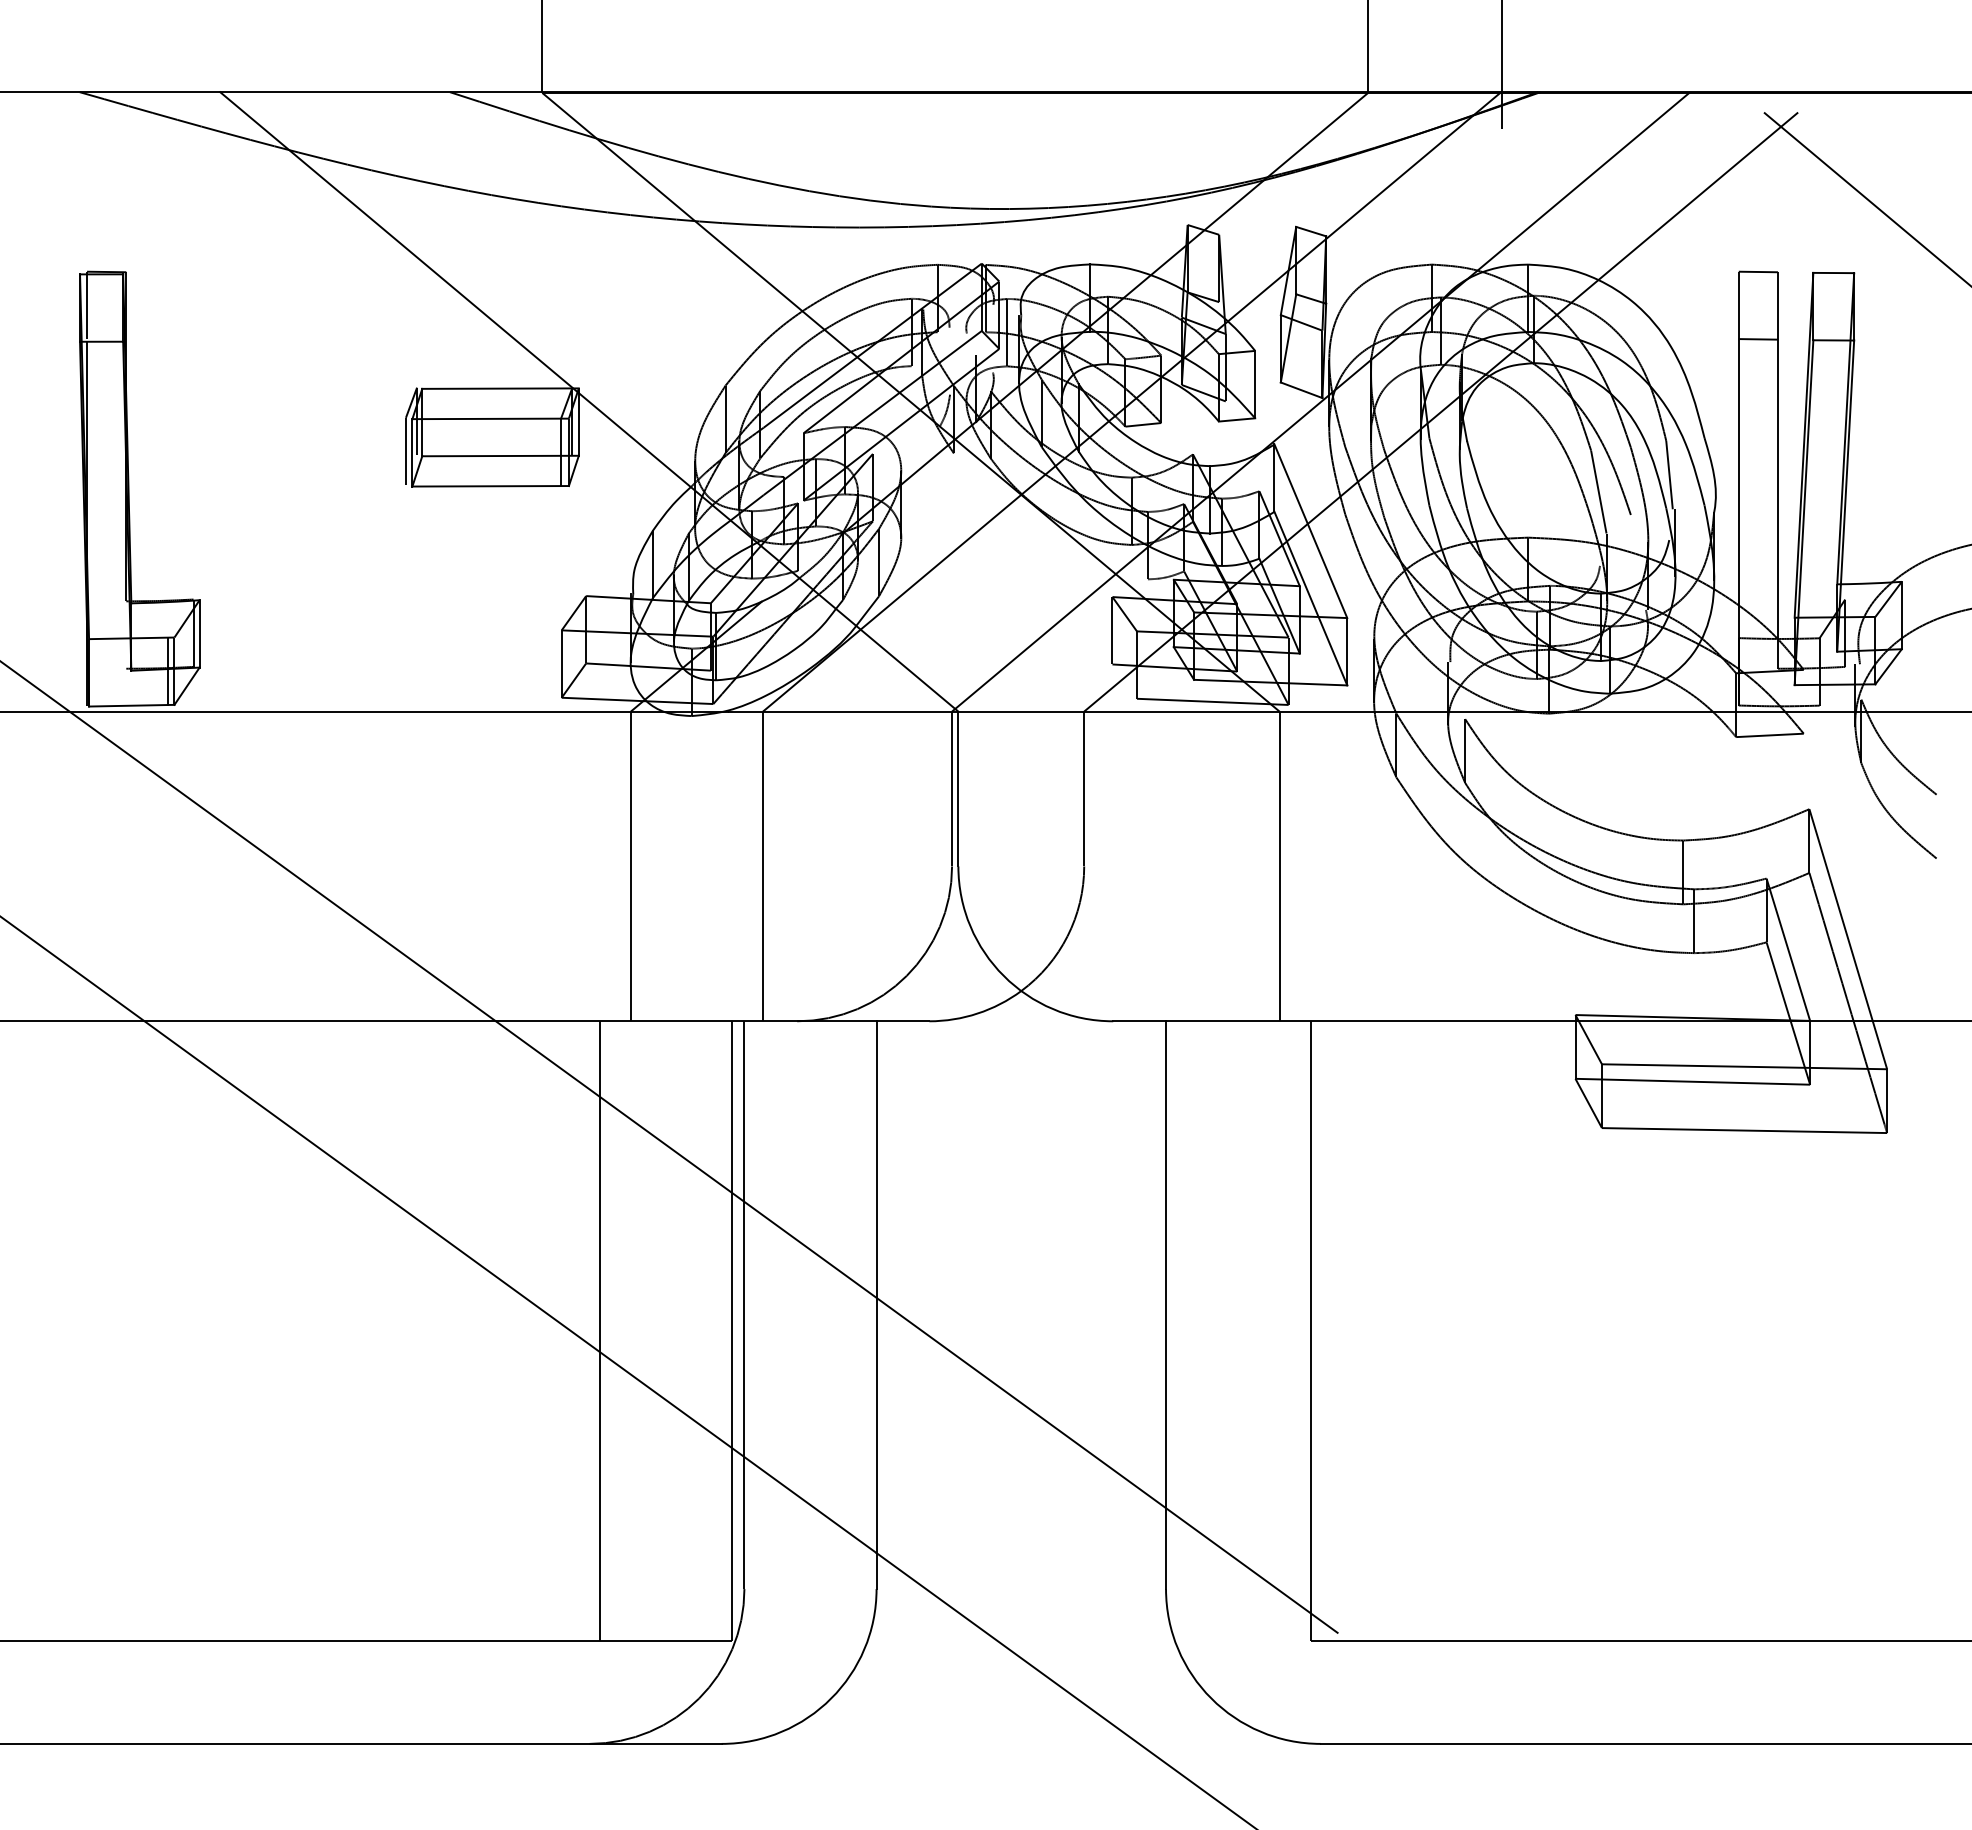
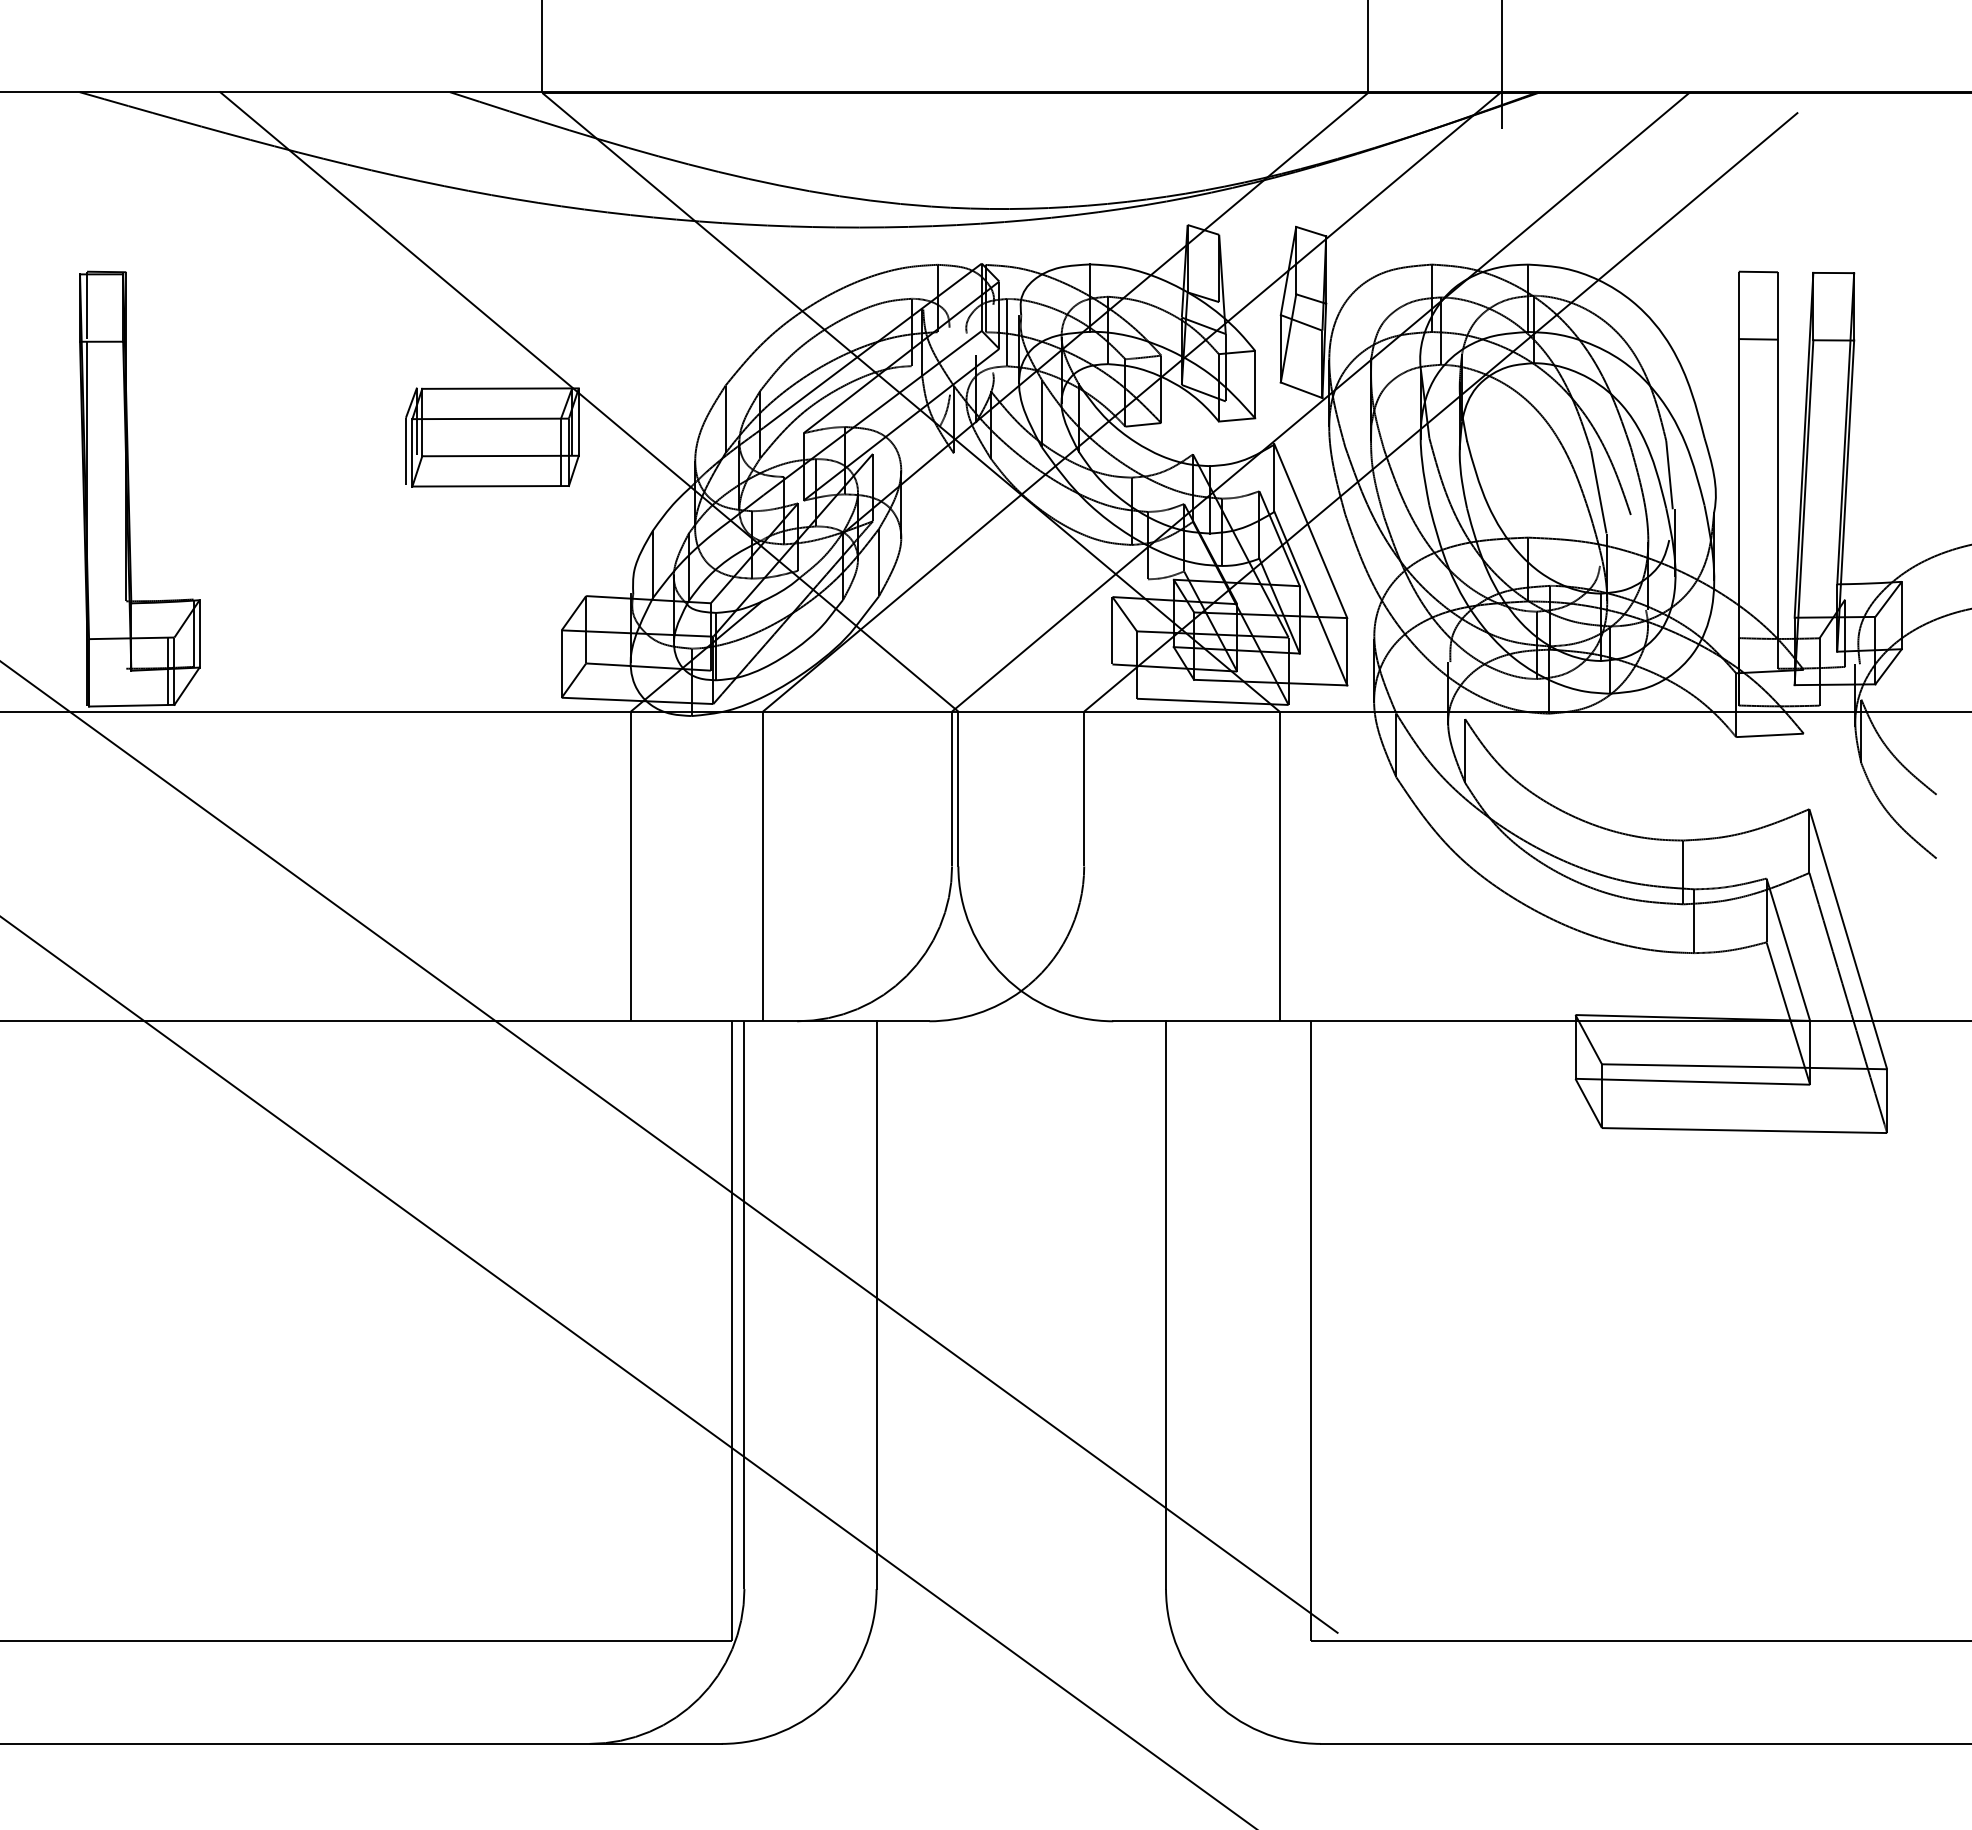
line at (1866, 198): present -> none
line at (599, 1330): present -> none
